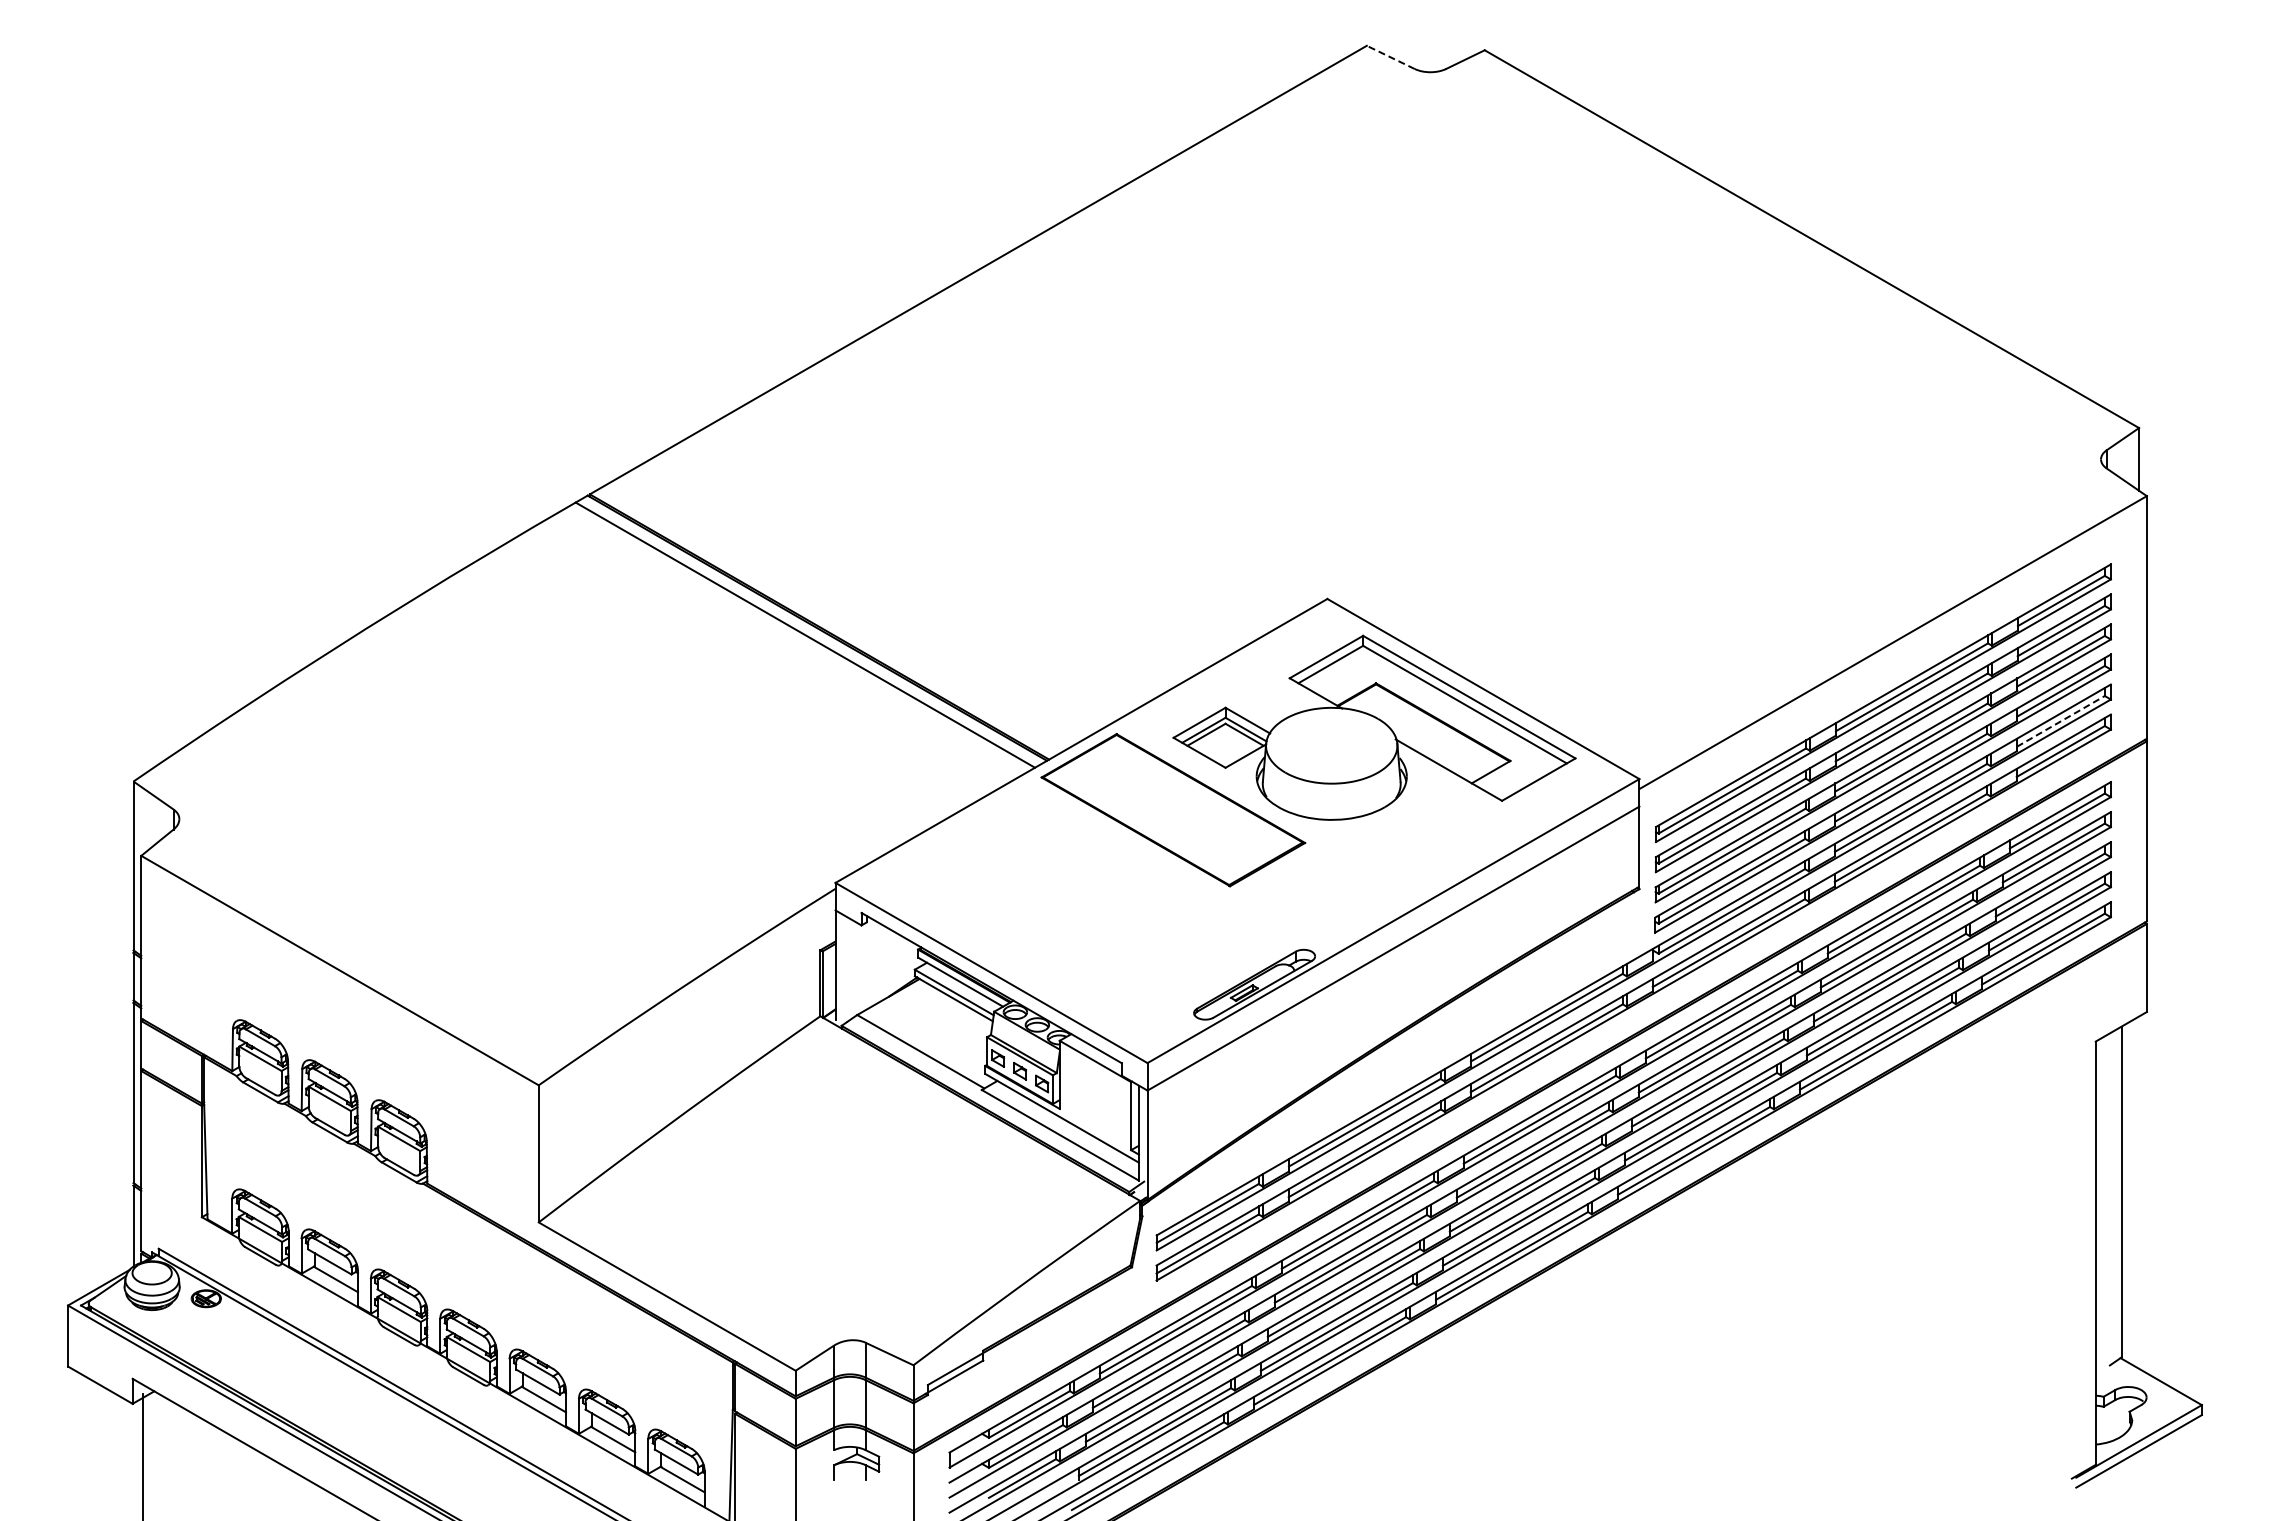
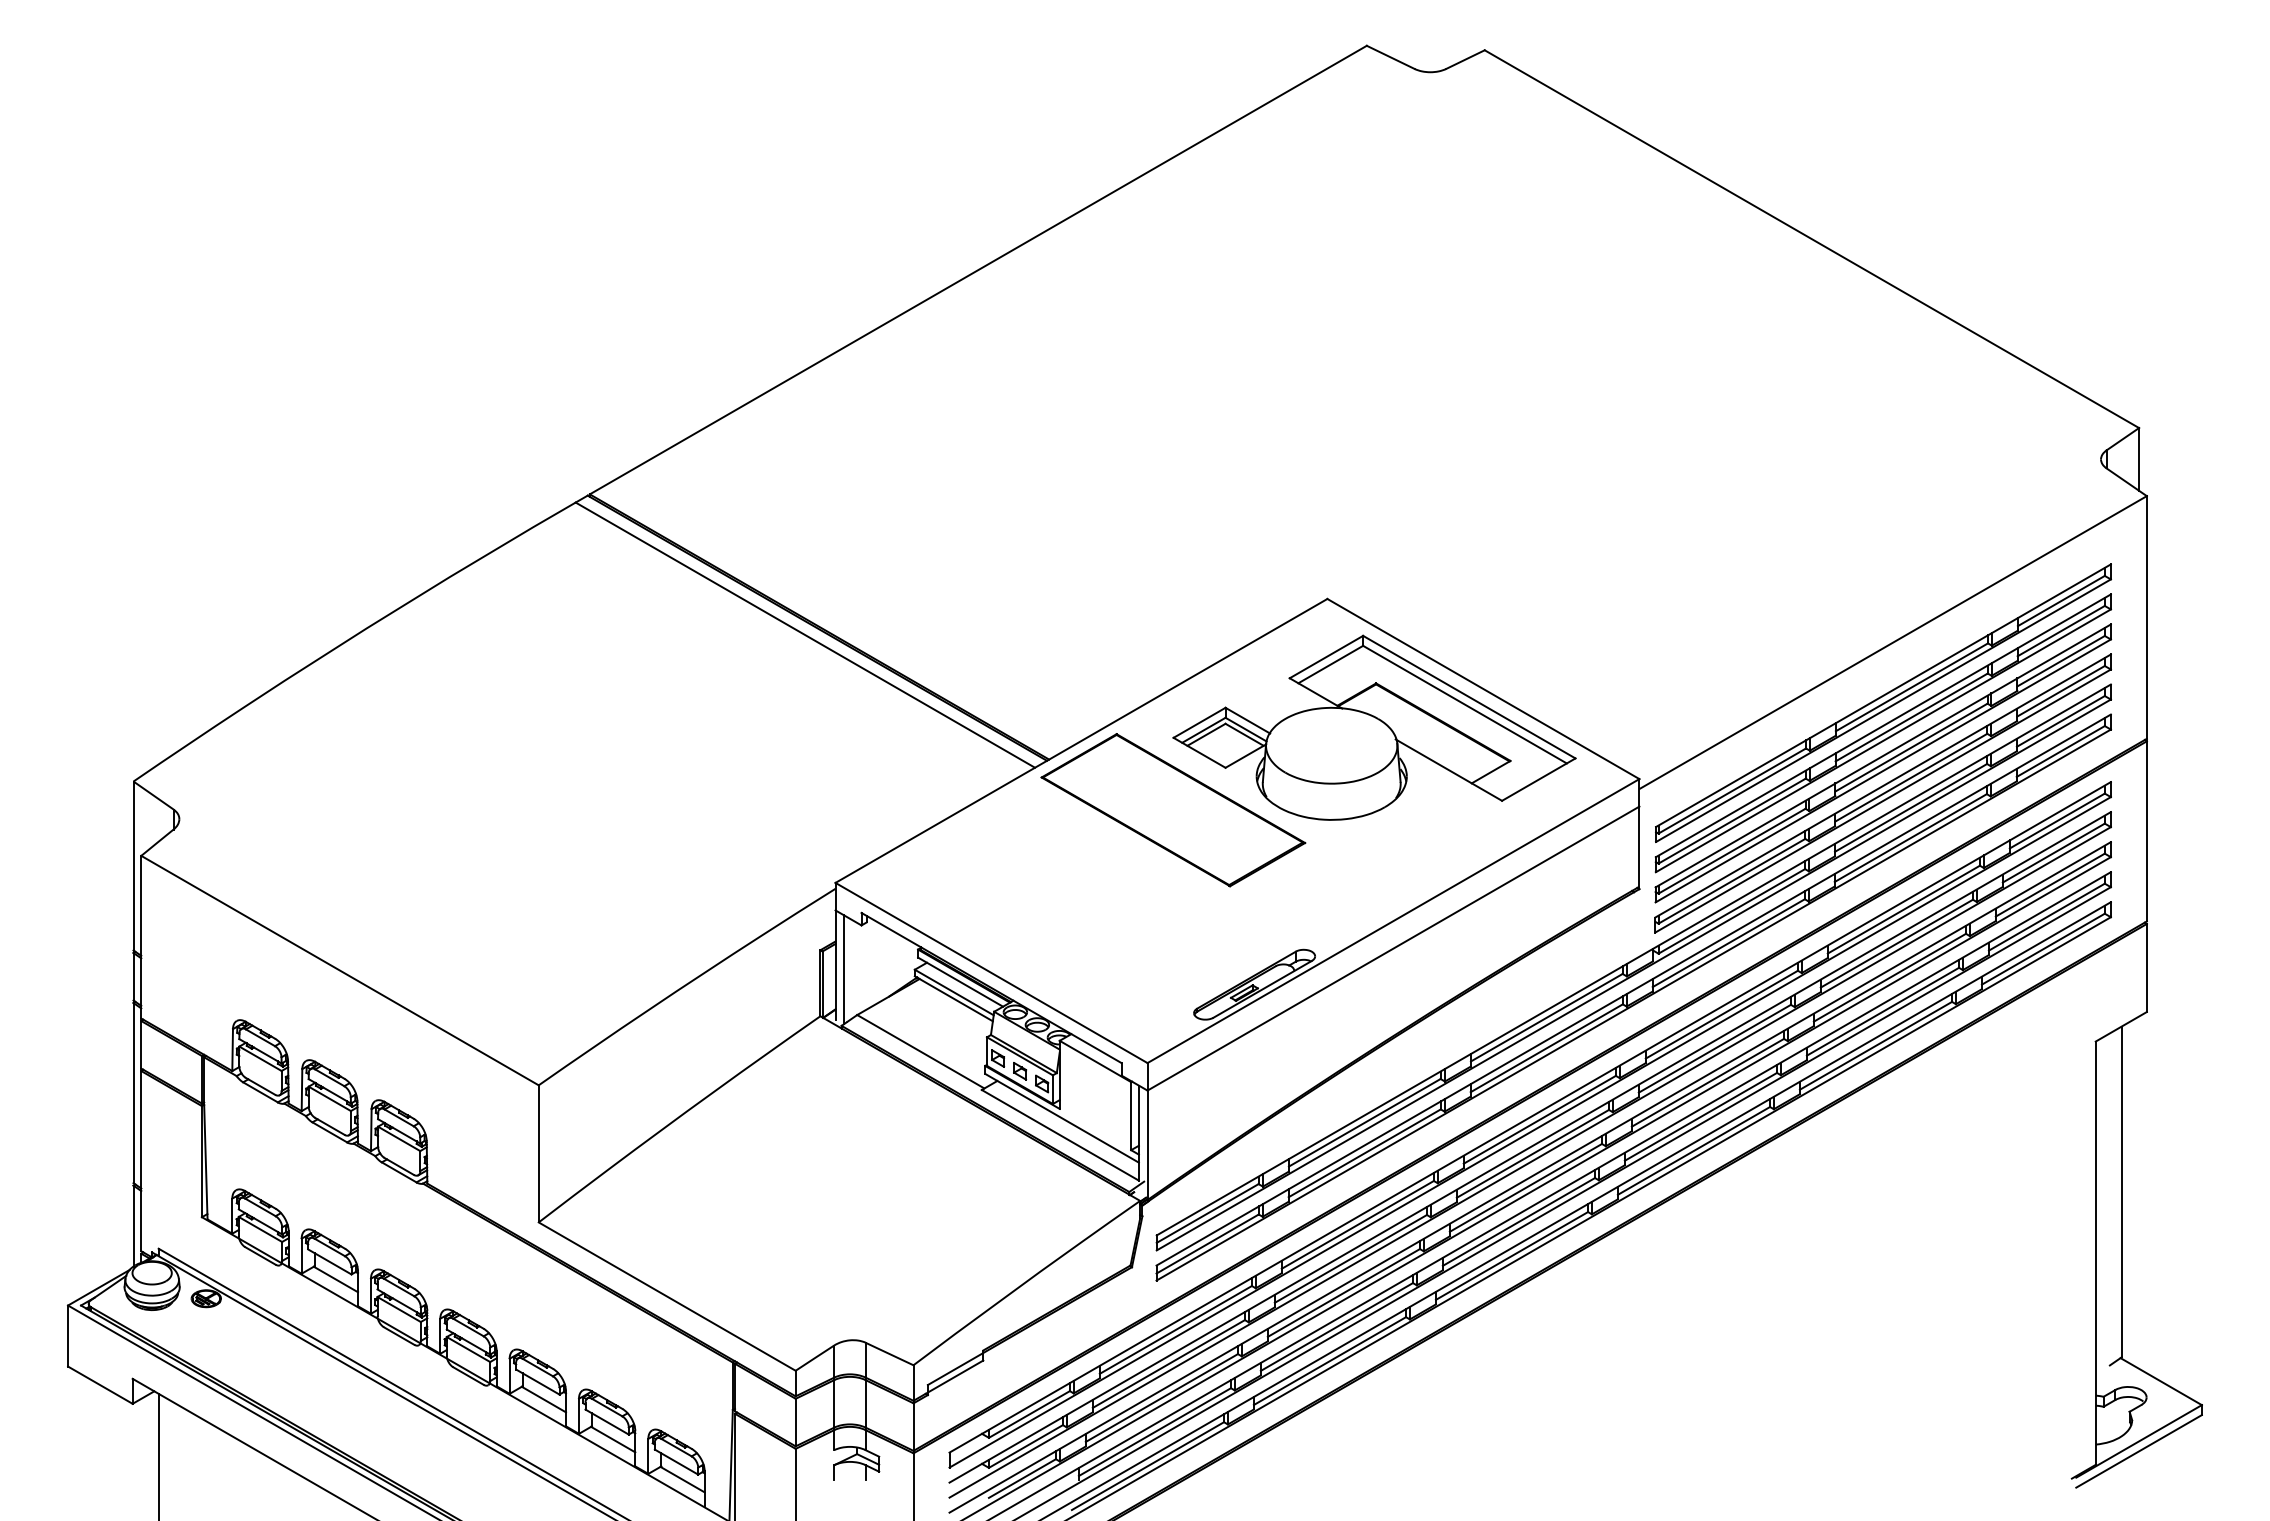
line at (1390, 57): dashed -> solid
line at (2060, 721): dashed -> solid
line at (844, 969): none -> present
line at (142, 1455) position: (142, 1455) -> (158, 1455)
